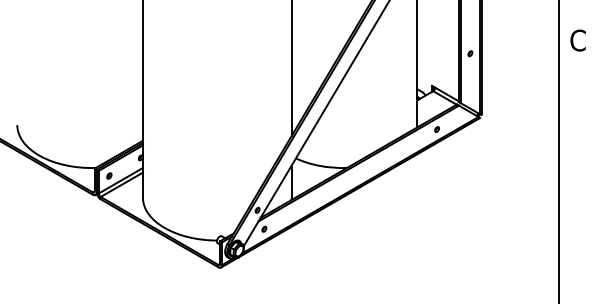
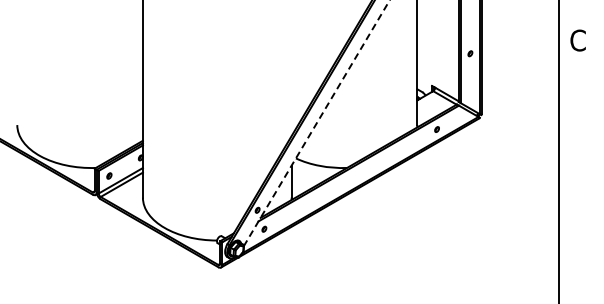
line at (291, 68): present -> none
line at (316, 123): solid -> dashed
